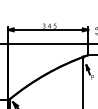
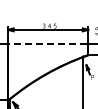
line at (47, 43): solid -> dashed
